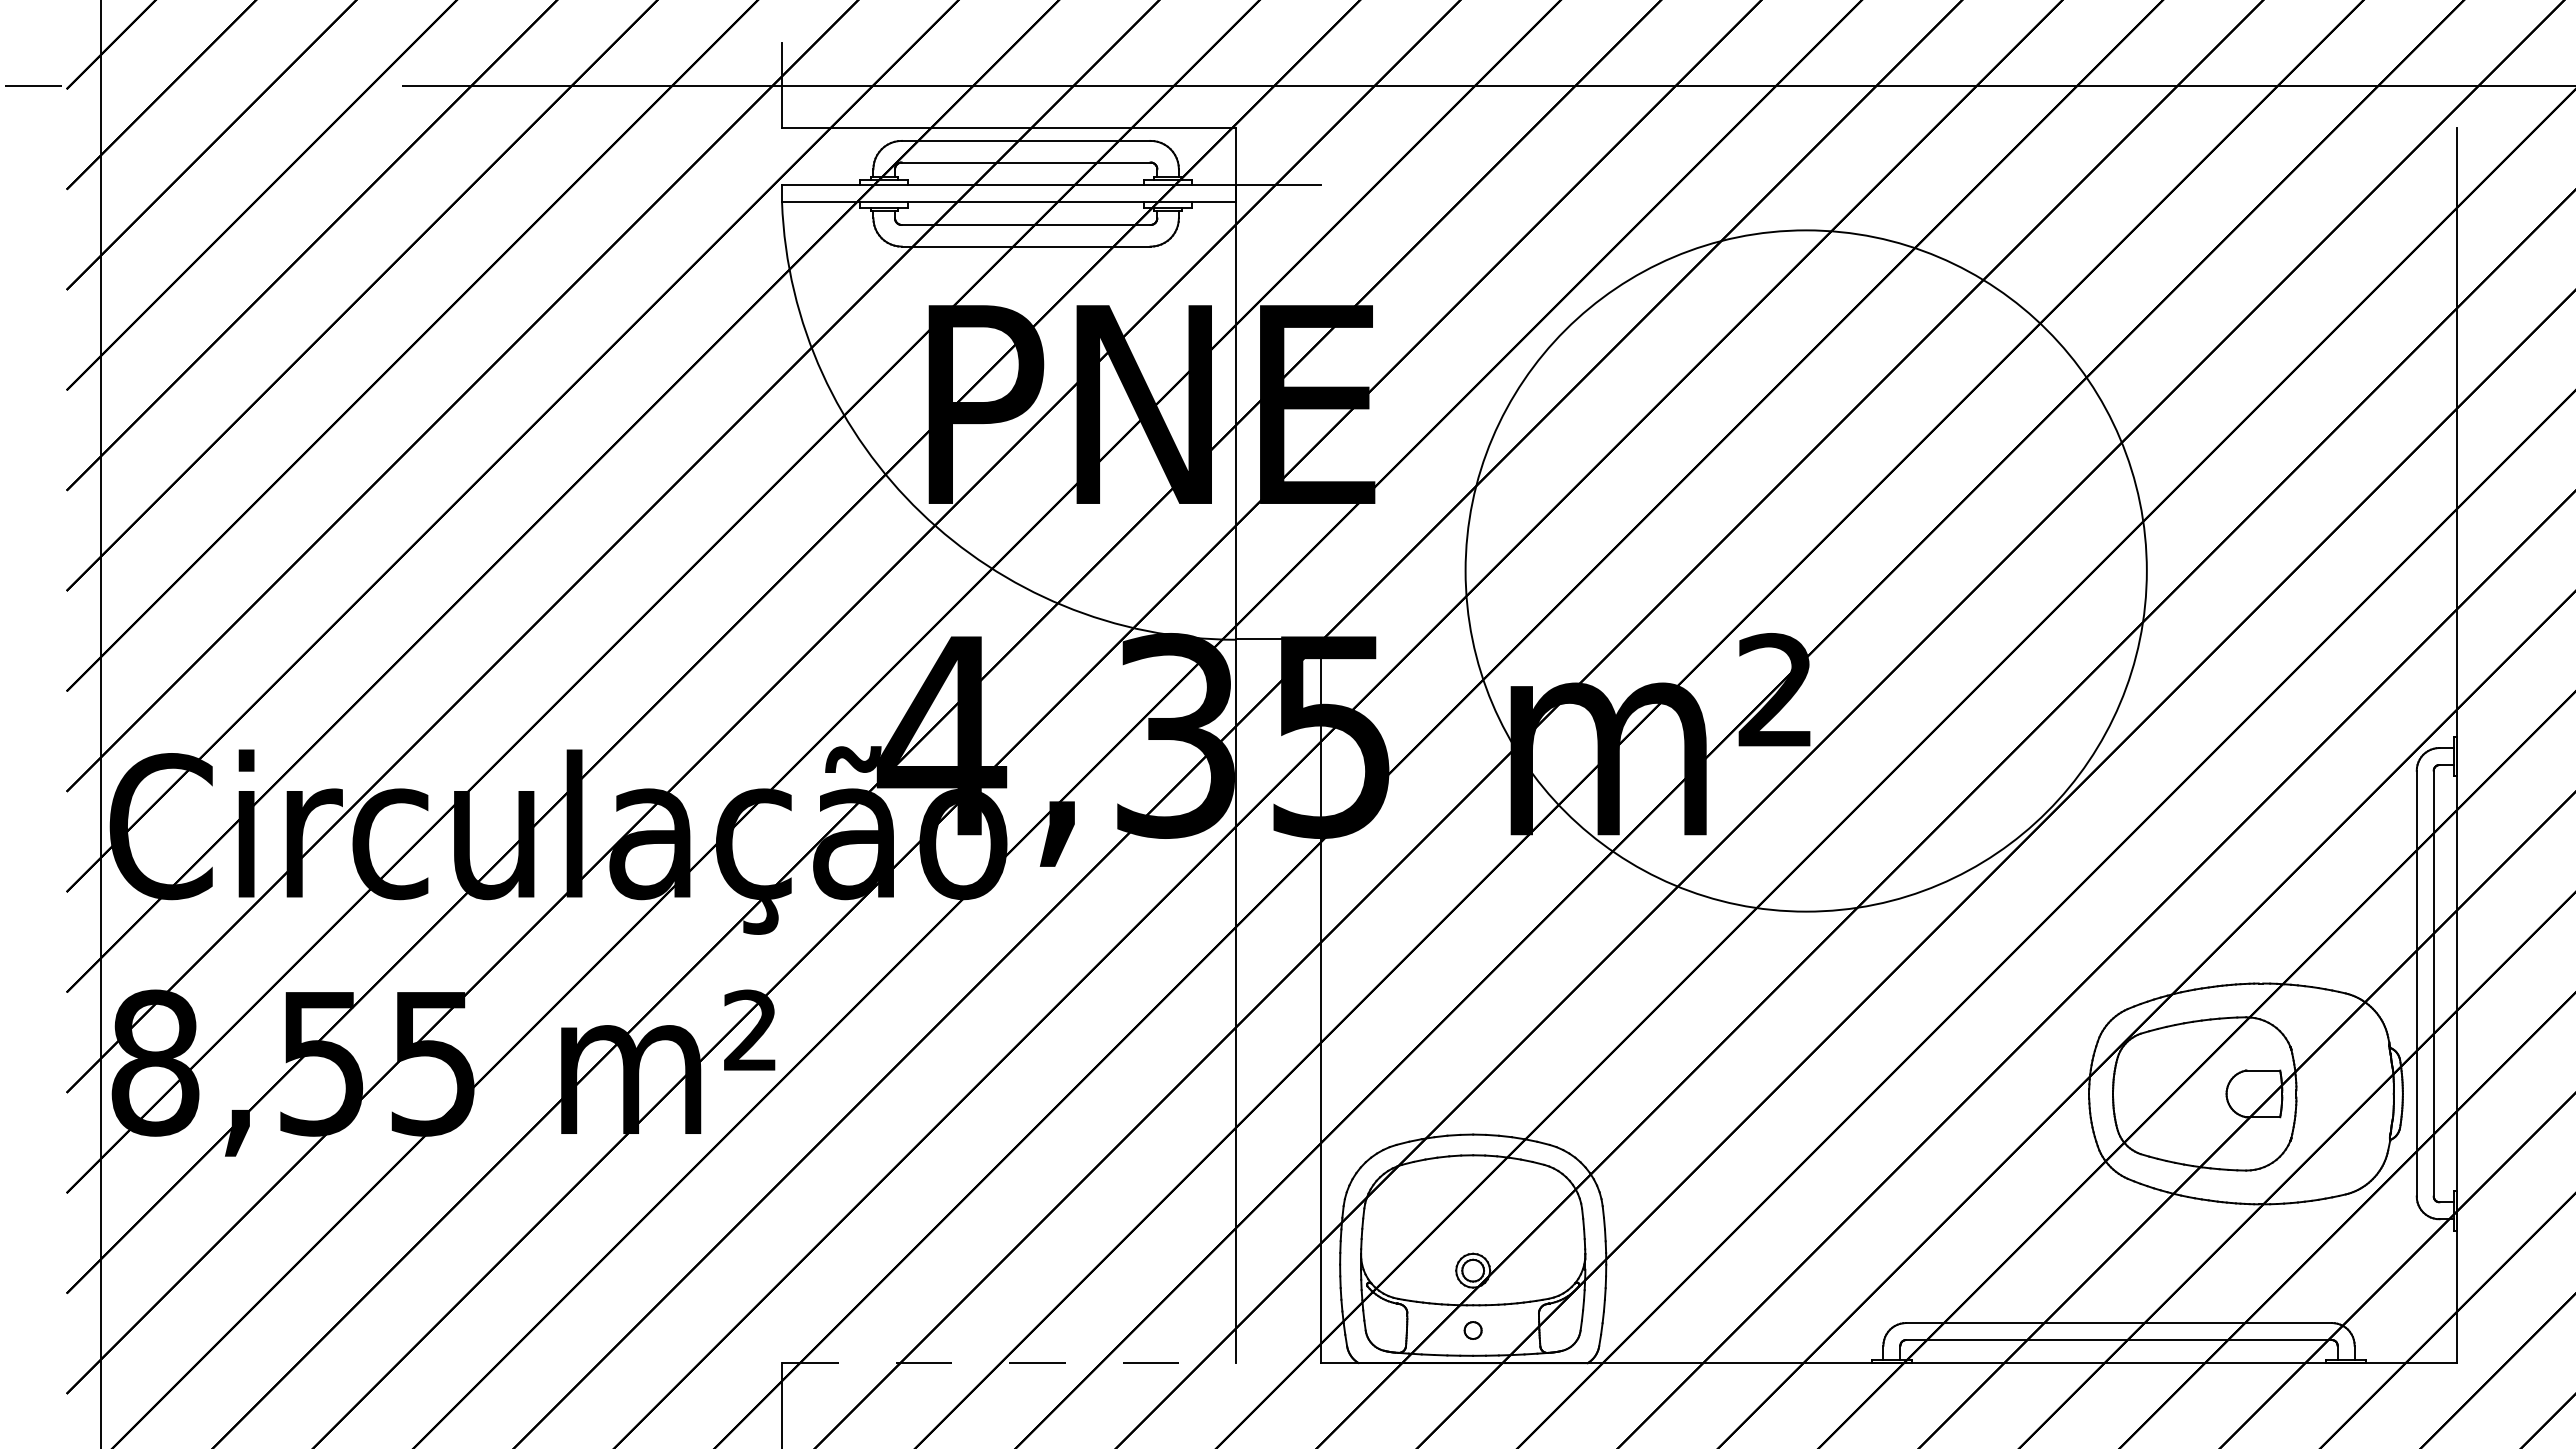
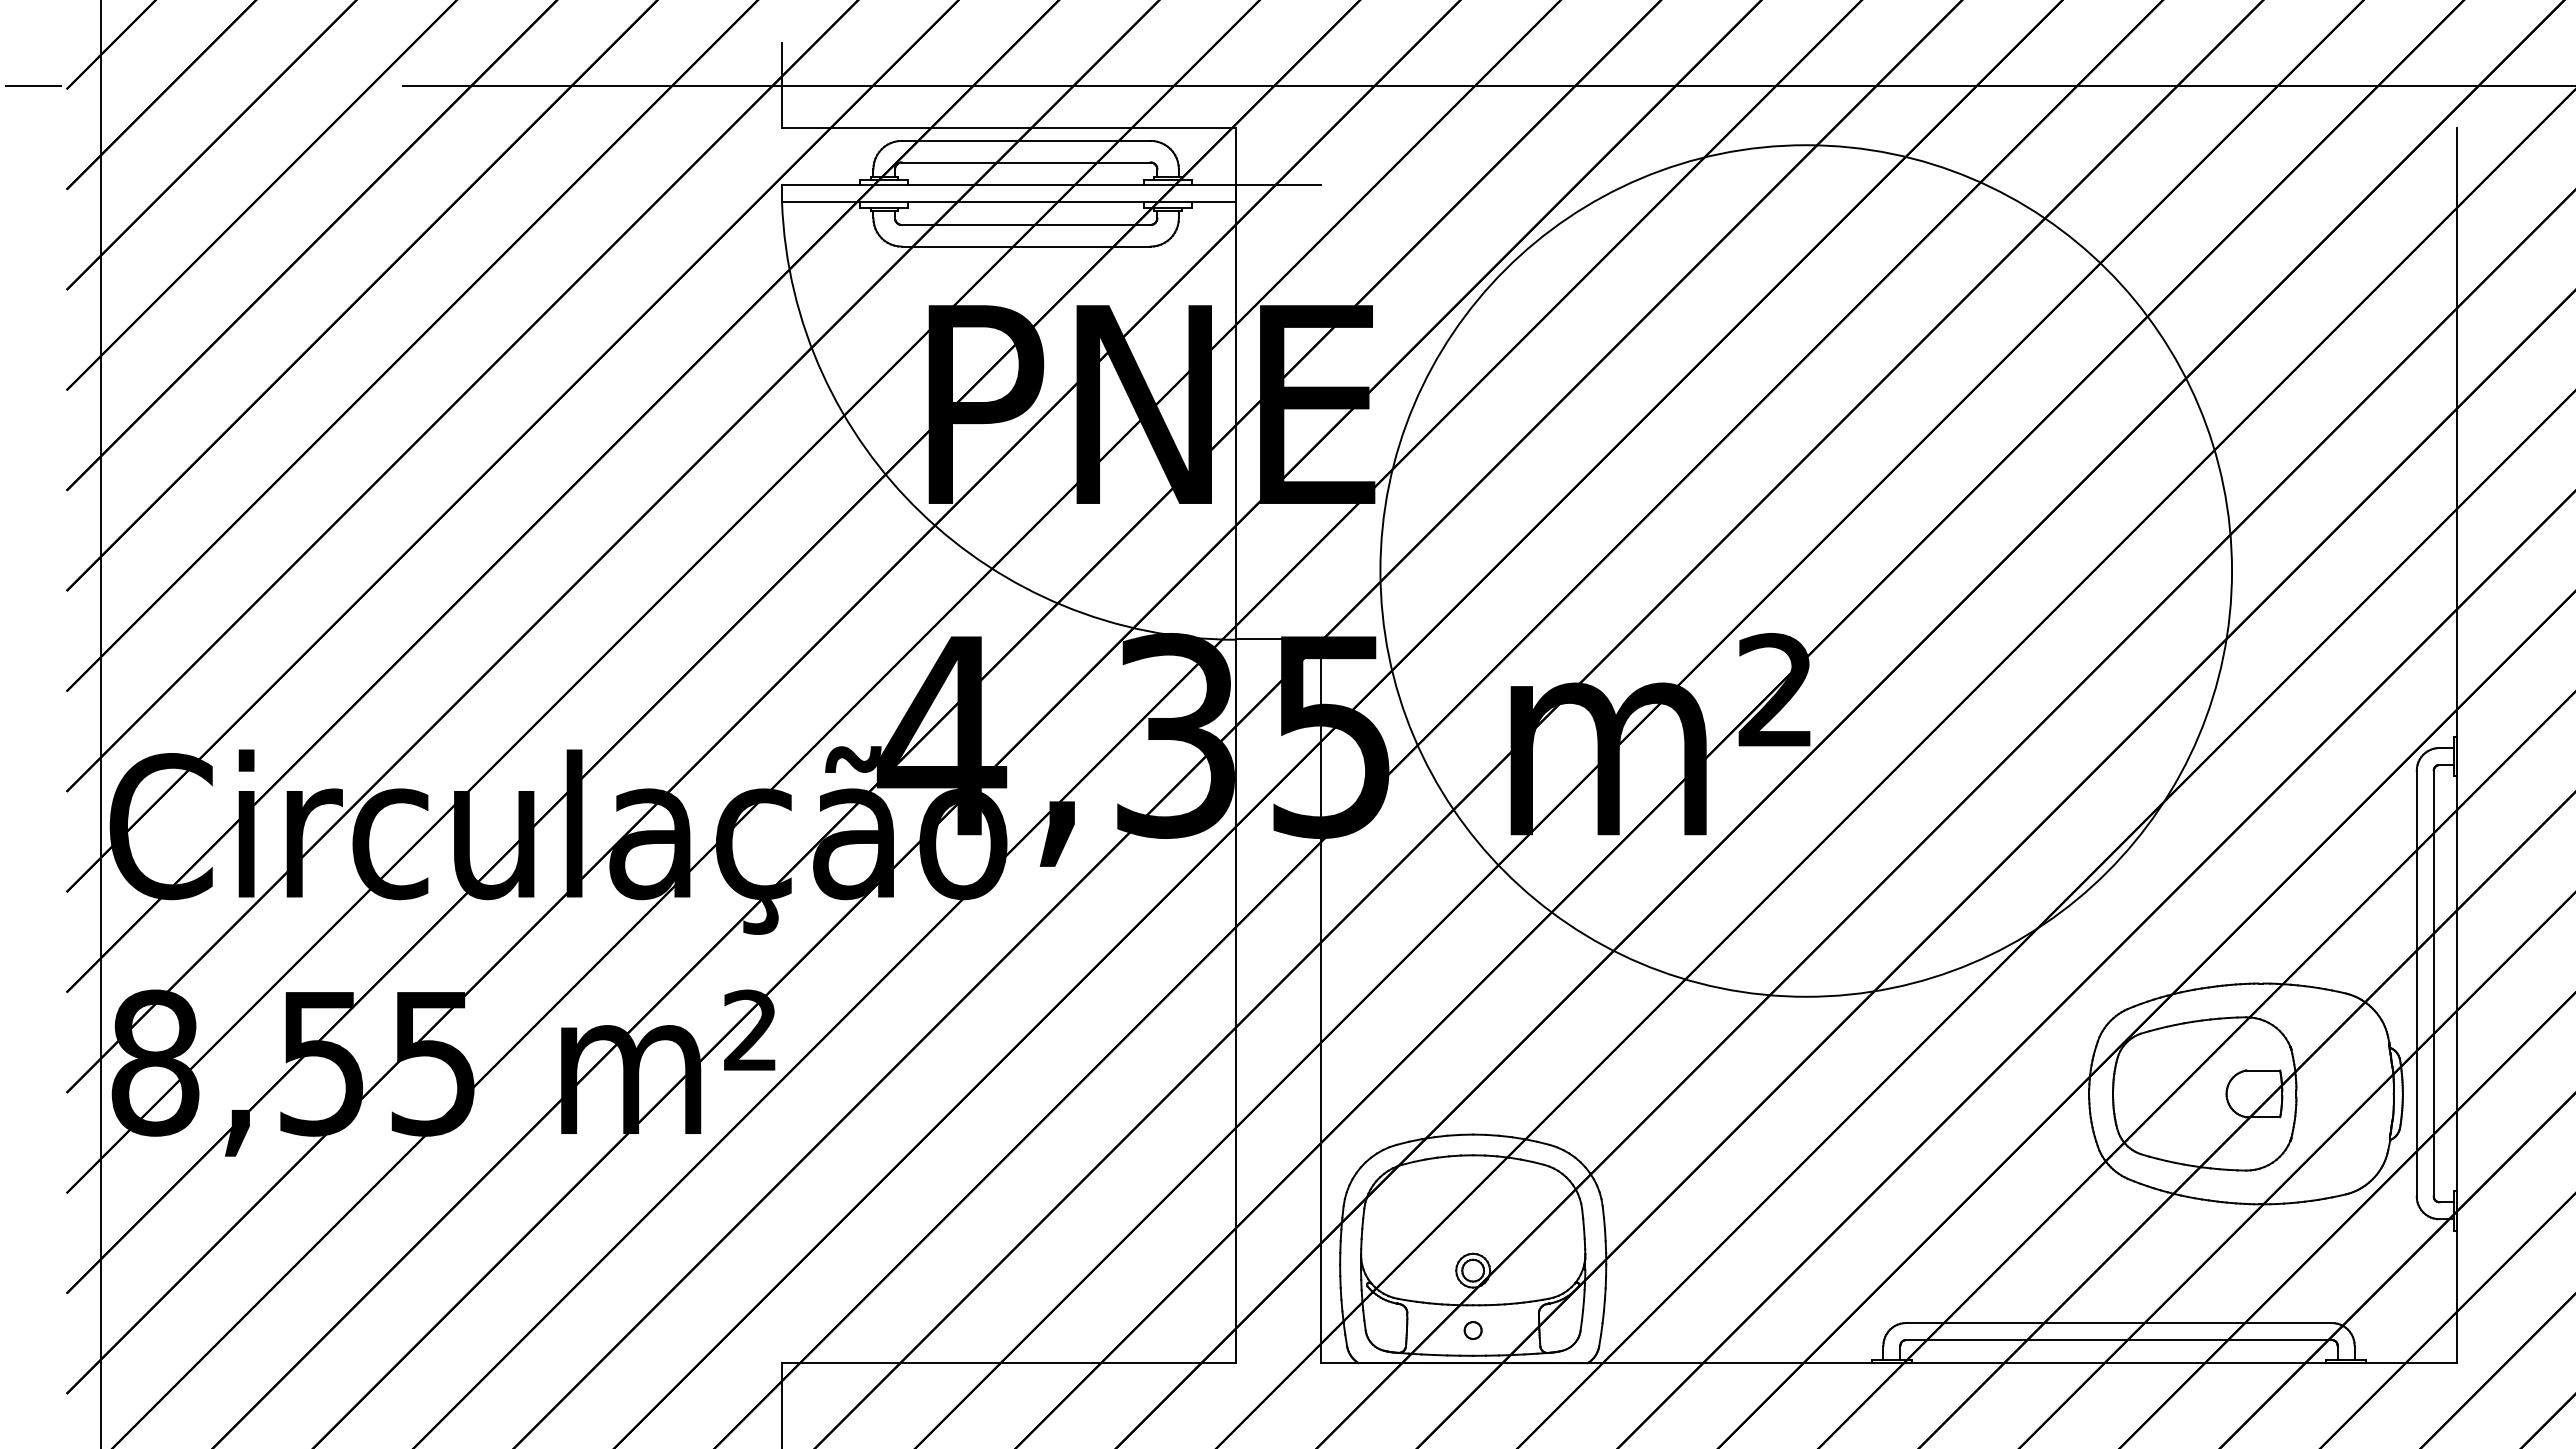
circle at (1805, 570) diameter: 681 px -> 852 px
line at (1009, 1363): dashed -> solid
